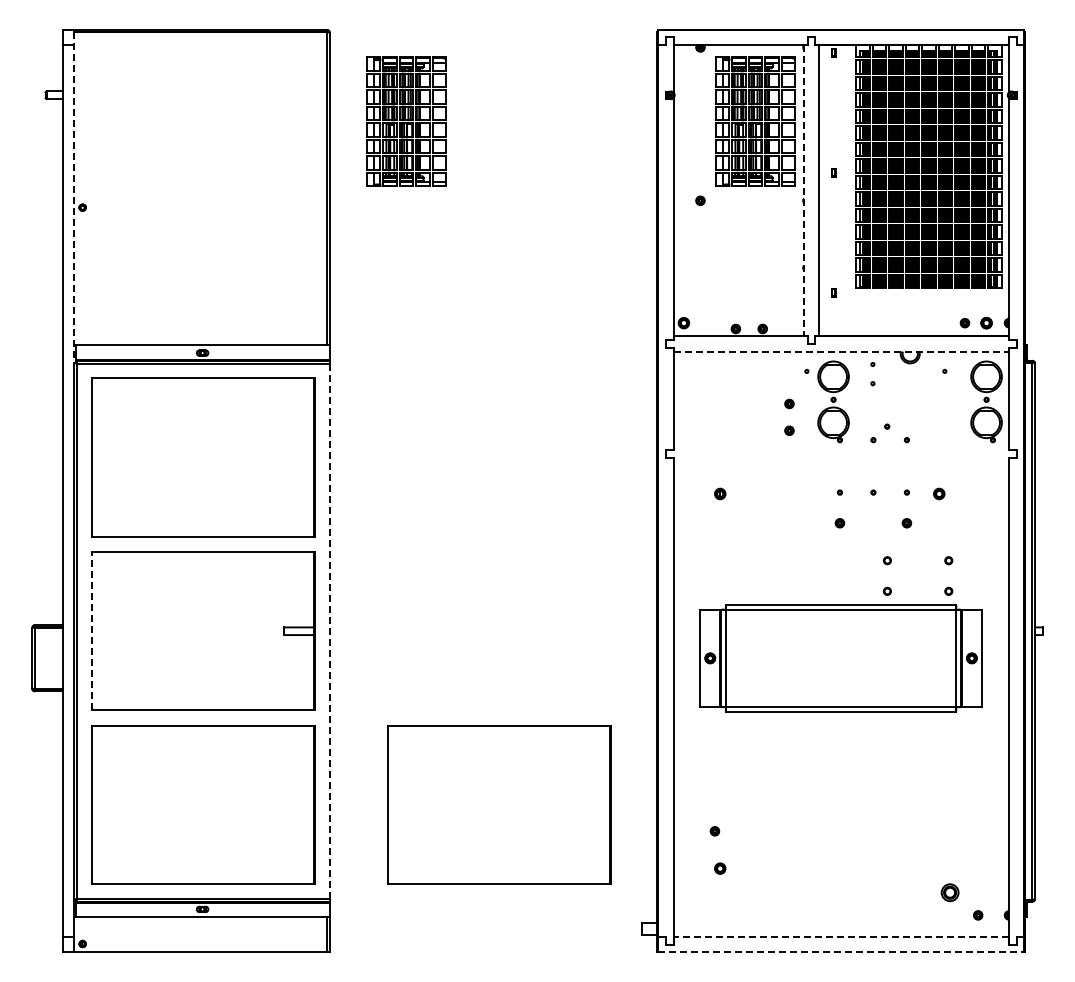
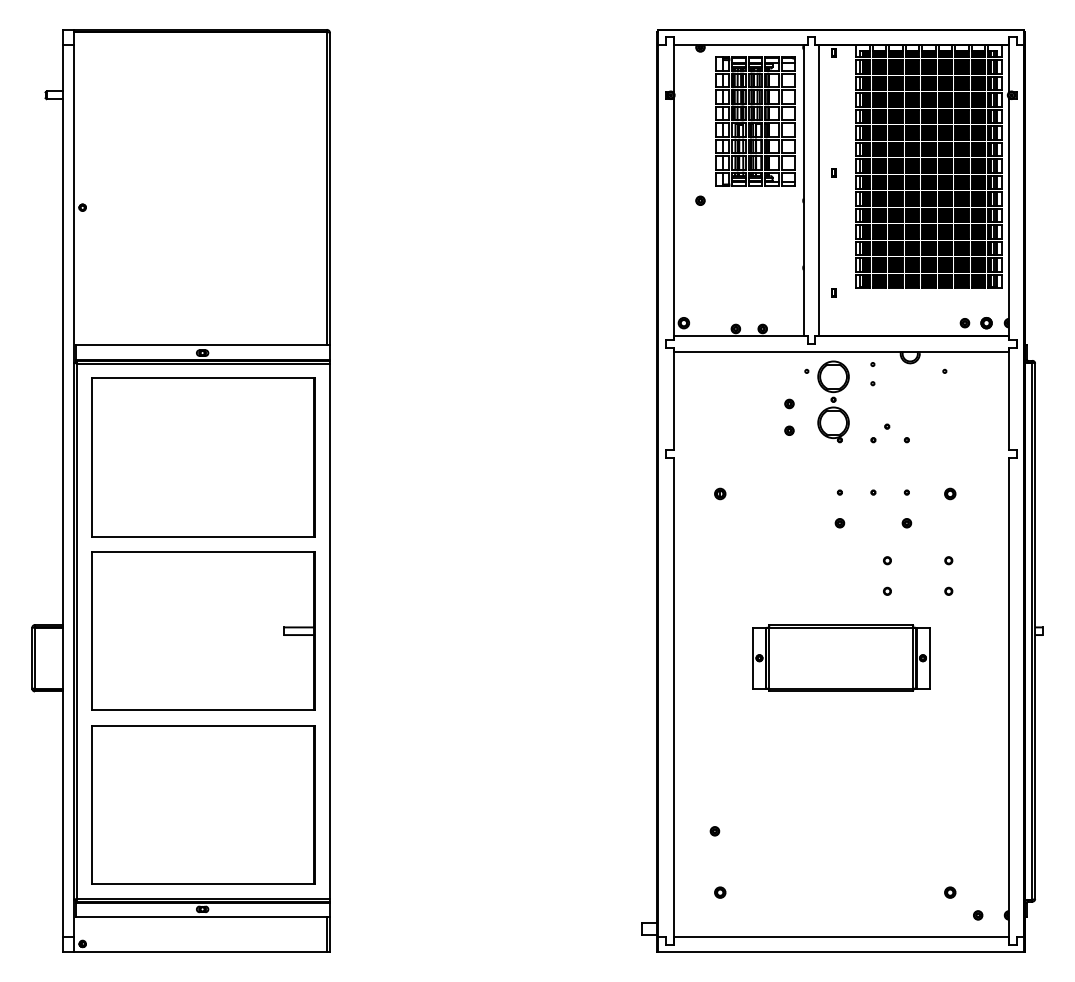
part at (406, 121): present -> none
line at (803, 190): dashed -> solid
line at (74, 197): dashed -> solid
line at (841, 351): dashed -> solid
part at (986, 401): present -> none
part at (939, 493) position: (939, 493) -> (950, 493)
line at (92, 630): dashed -> solid
line at (330, 631): dashed -> solid
part at (840, 658) size: 284x109 px -> 179x68 px
part at (499, 804): present -> none
part at (720, 868) position: (720, 868) -> (720, 892)
part at (949, 892) size: 20x20 px -> 13x13 px
line at (841, 937): dashed -> solid
line at (841, 952): dashed -> solid
